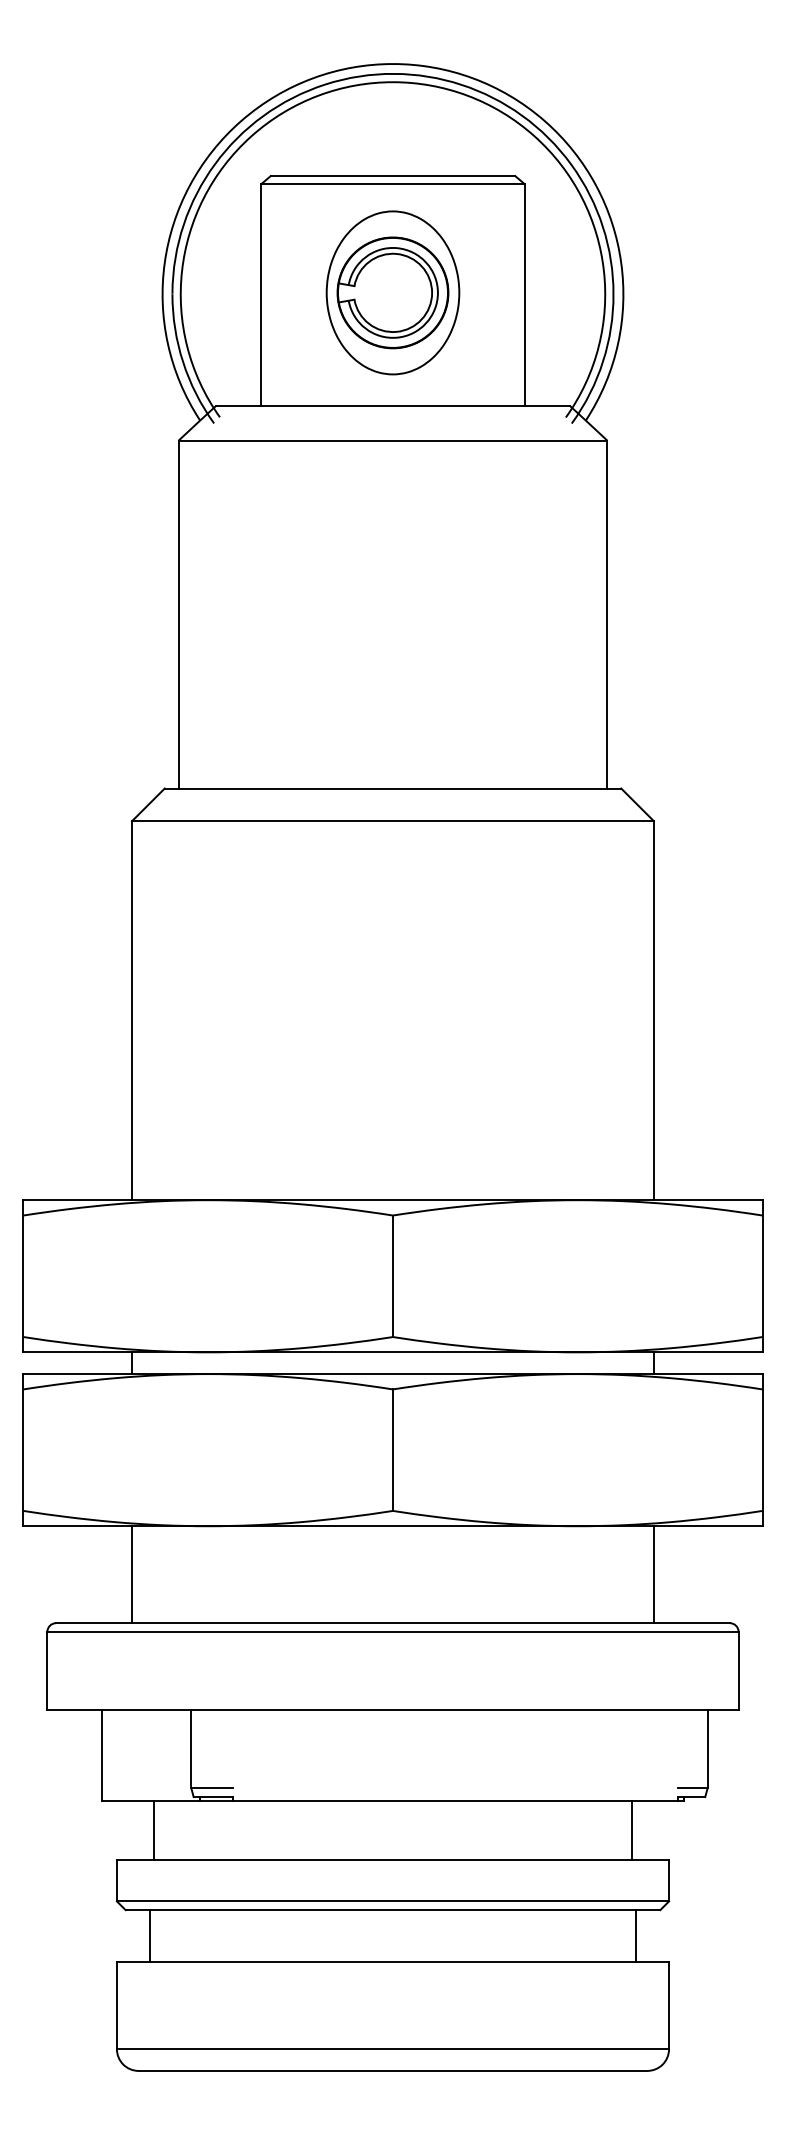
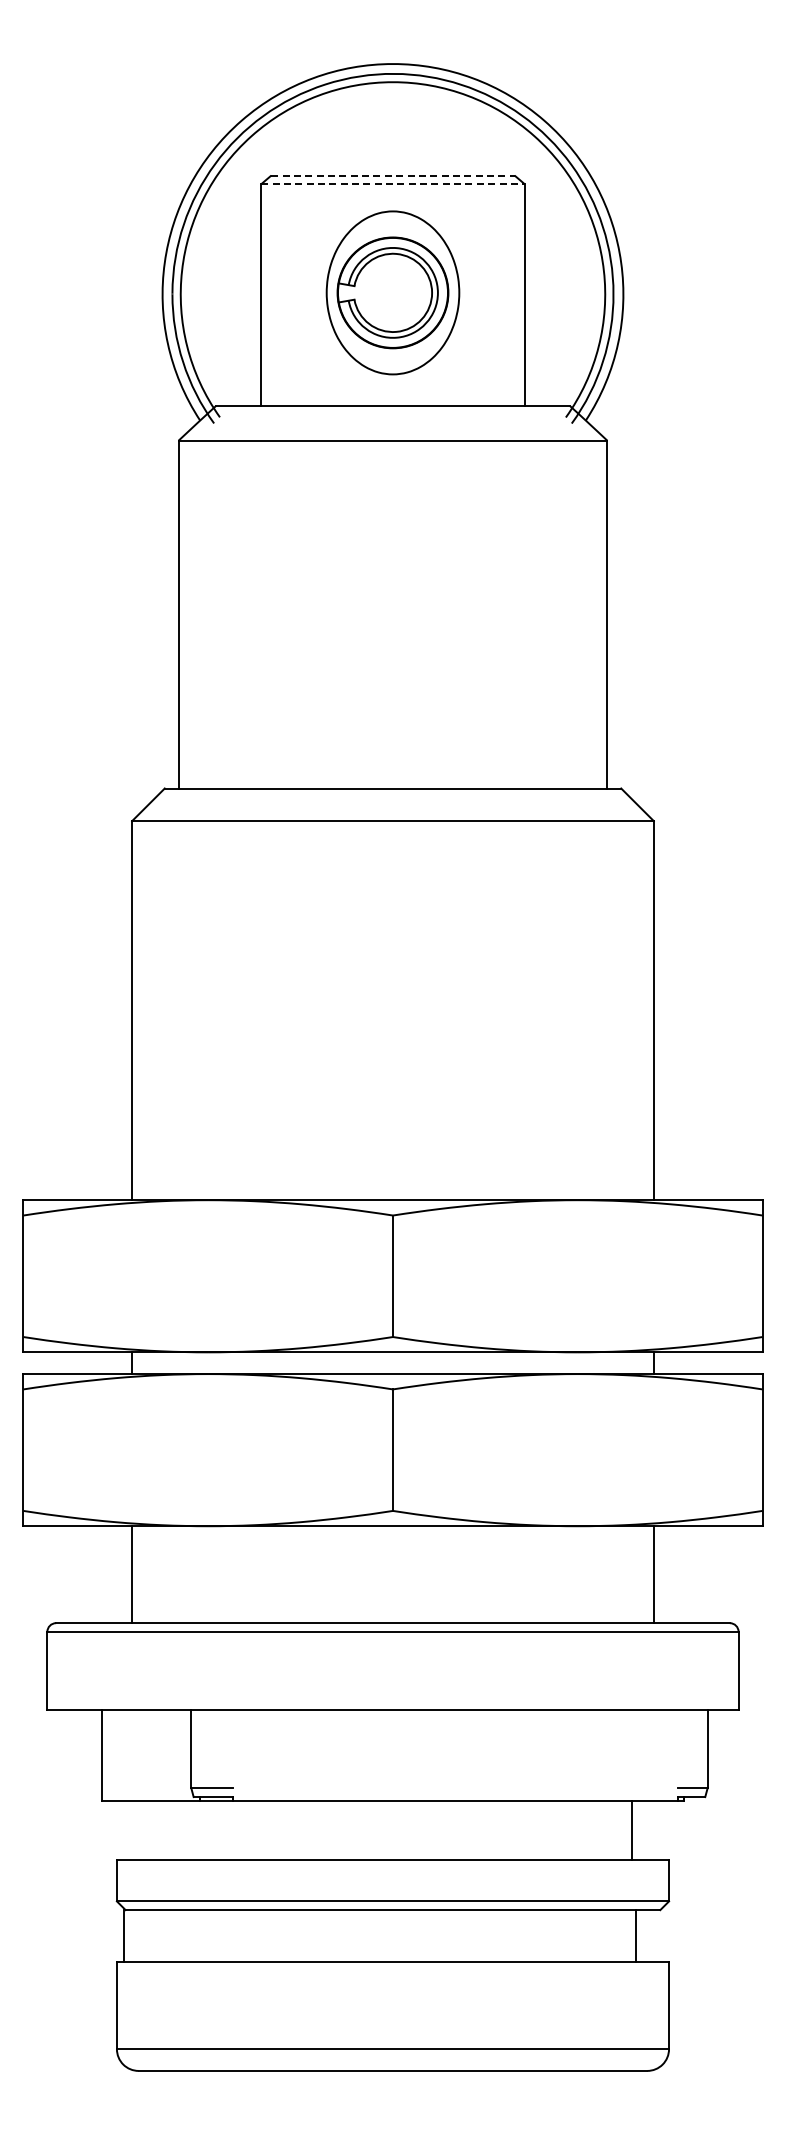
line at (392, 175): solid -> dashed
line at (392, 184): solid -> dashed
line at (153, 1830): present -> none
line at (149, 1936) position: (149, 1936) -> (123, 1936)
